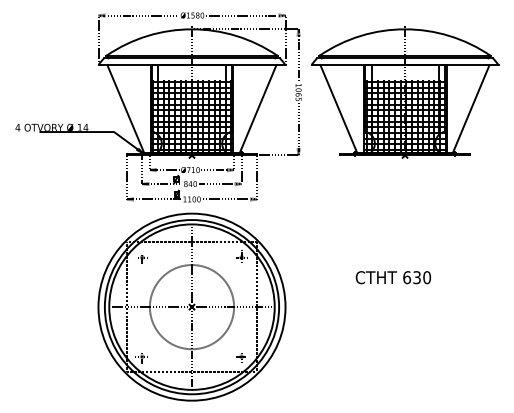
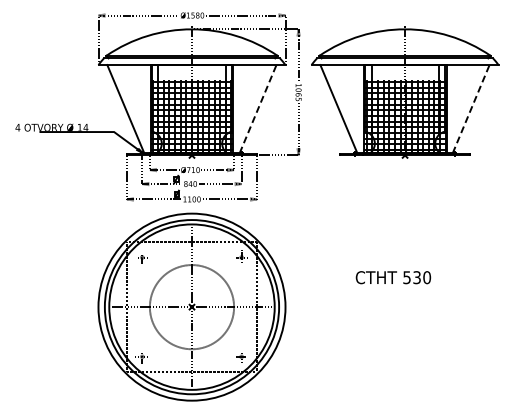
line at (258, 109): solid -> dashed
line at (471, 109): solid -> dashed
text at (407, 277): 630 -> 530
